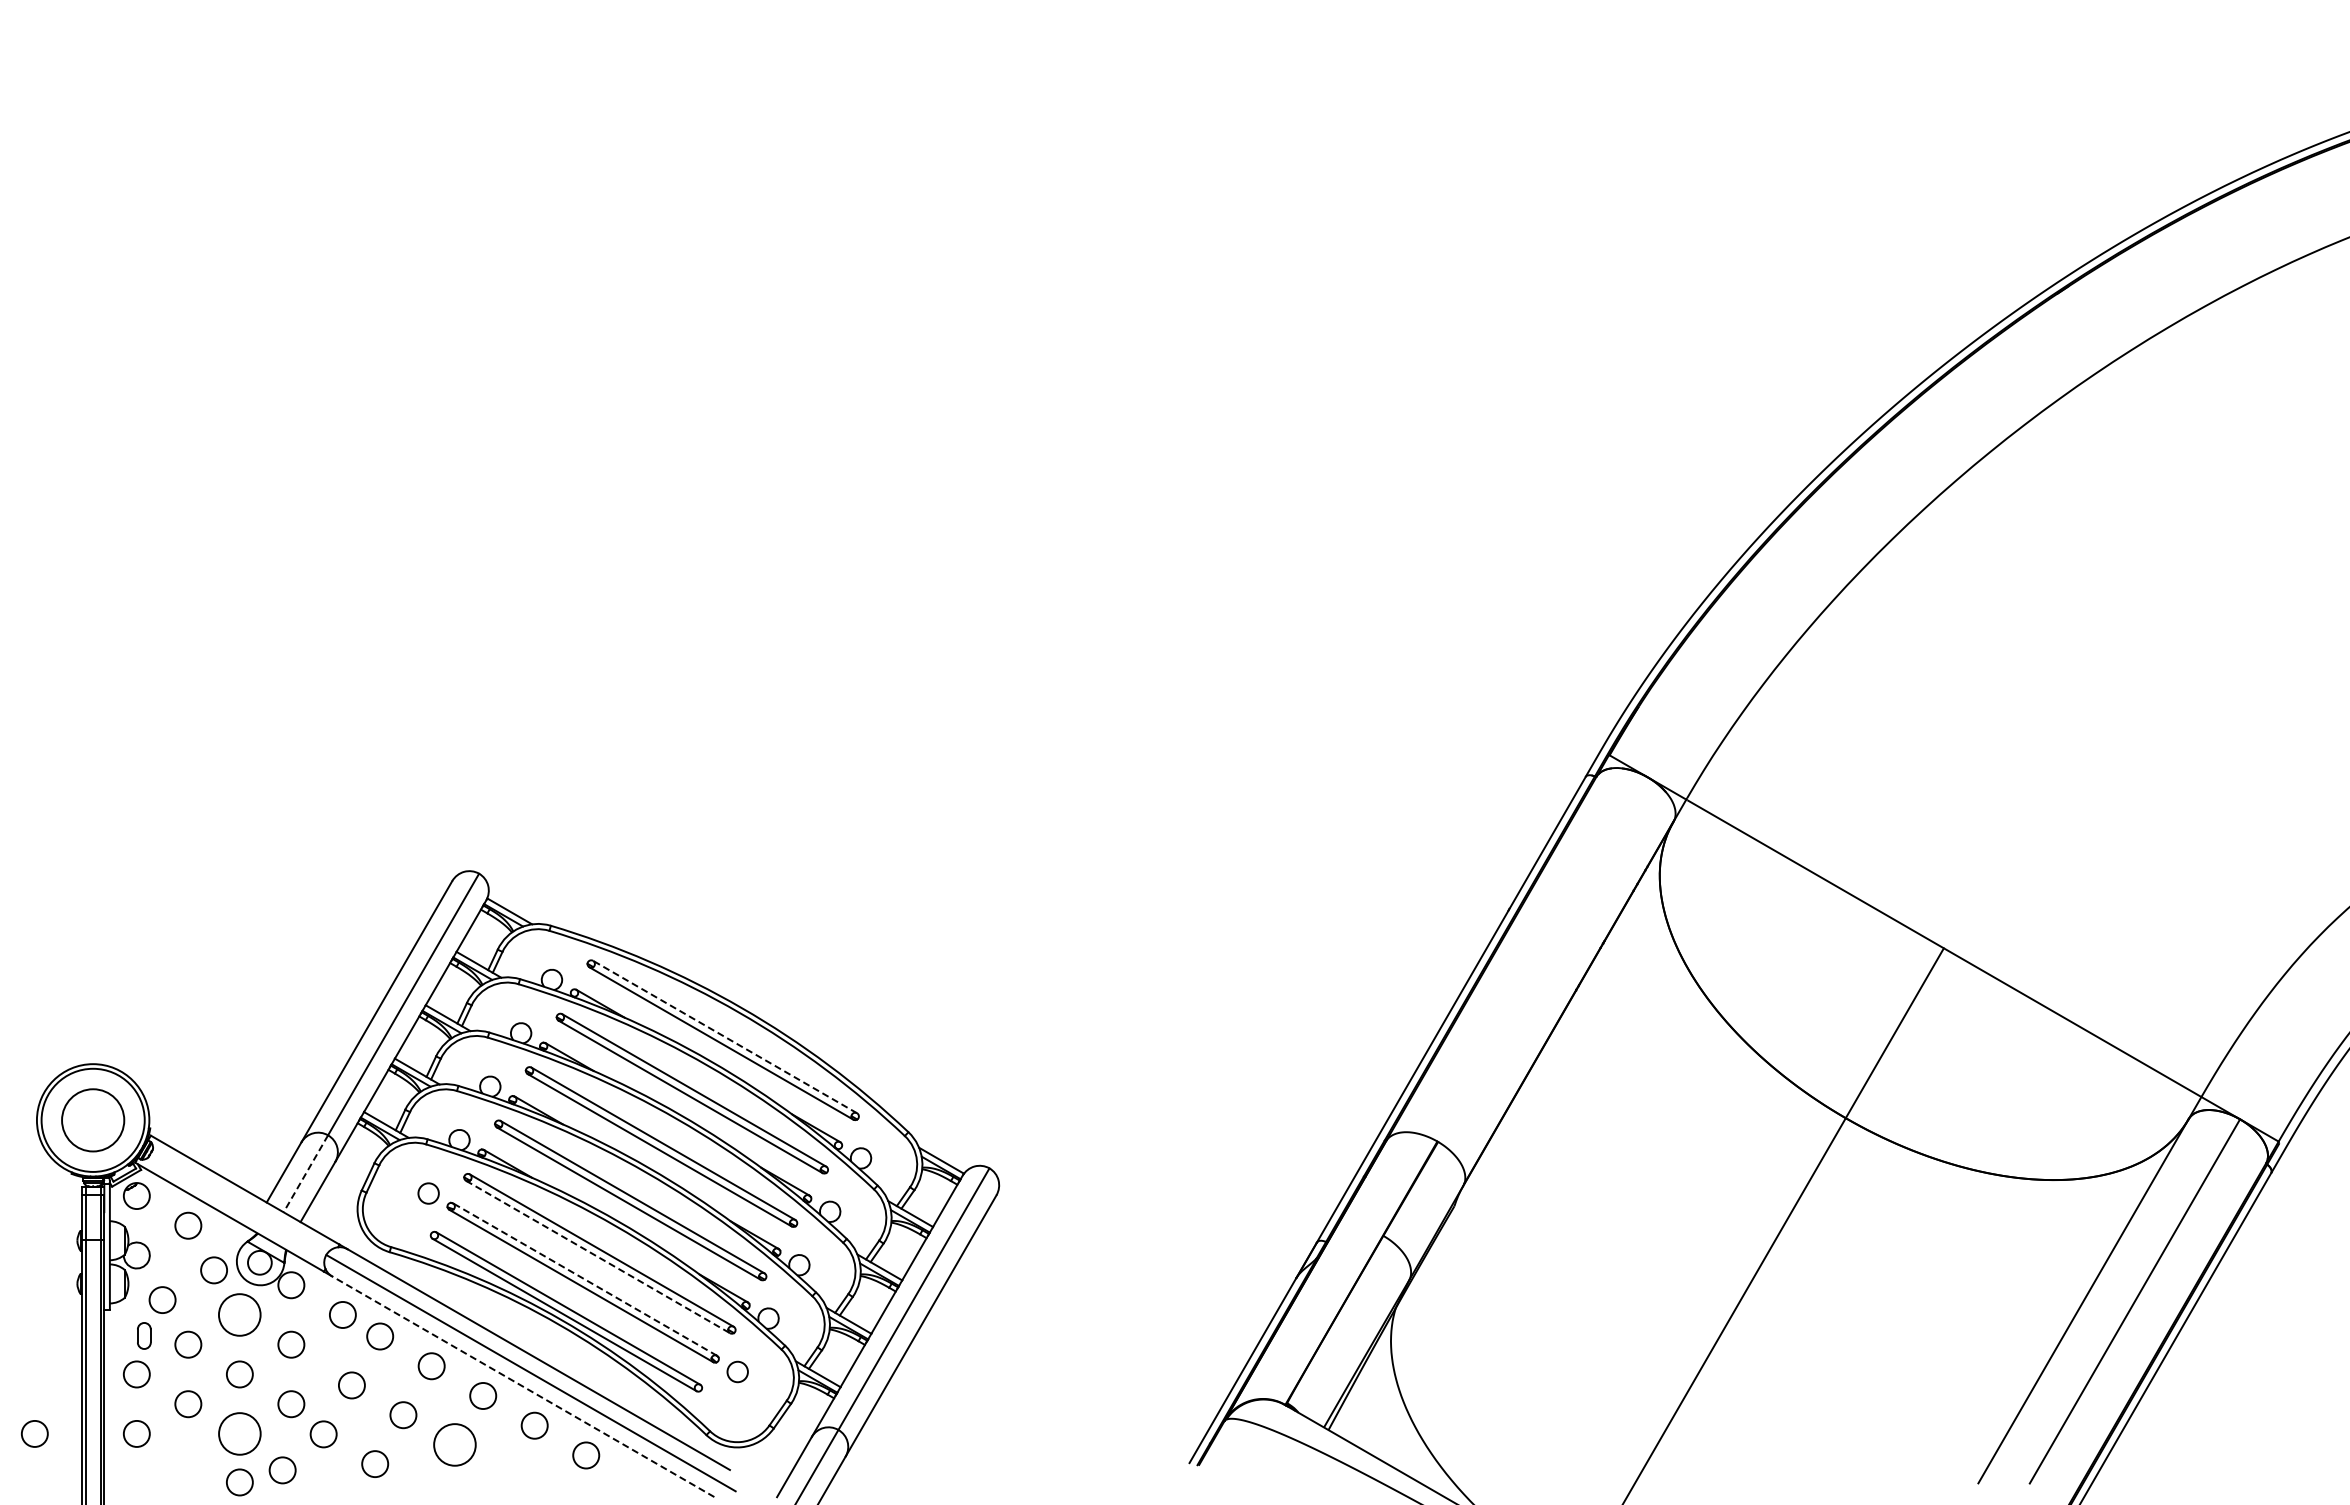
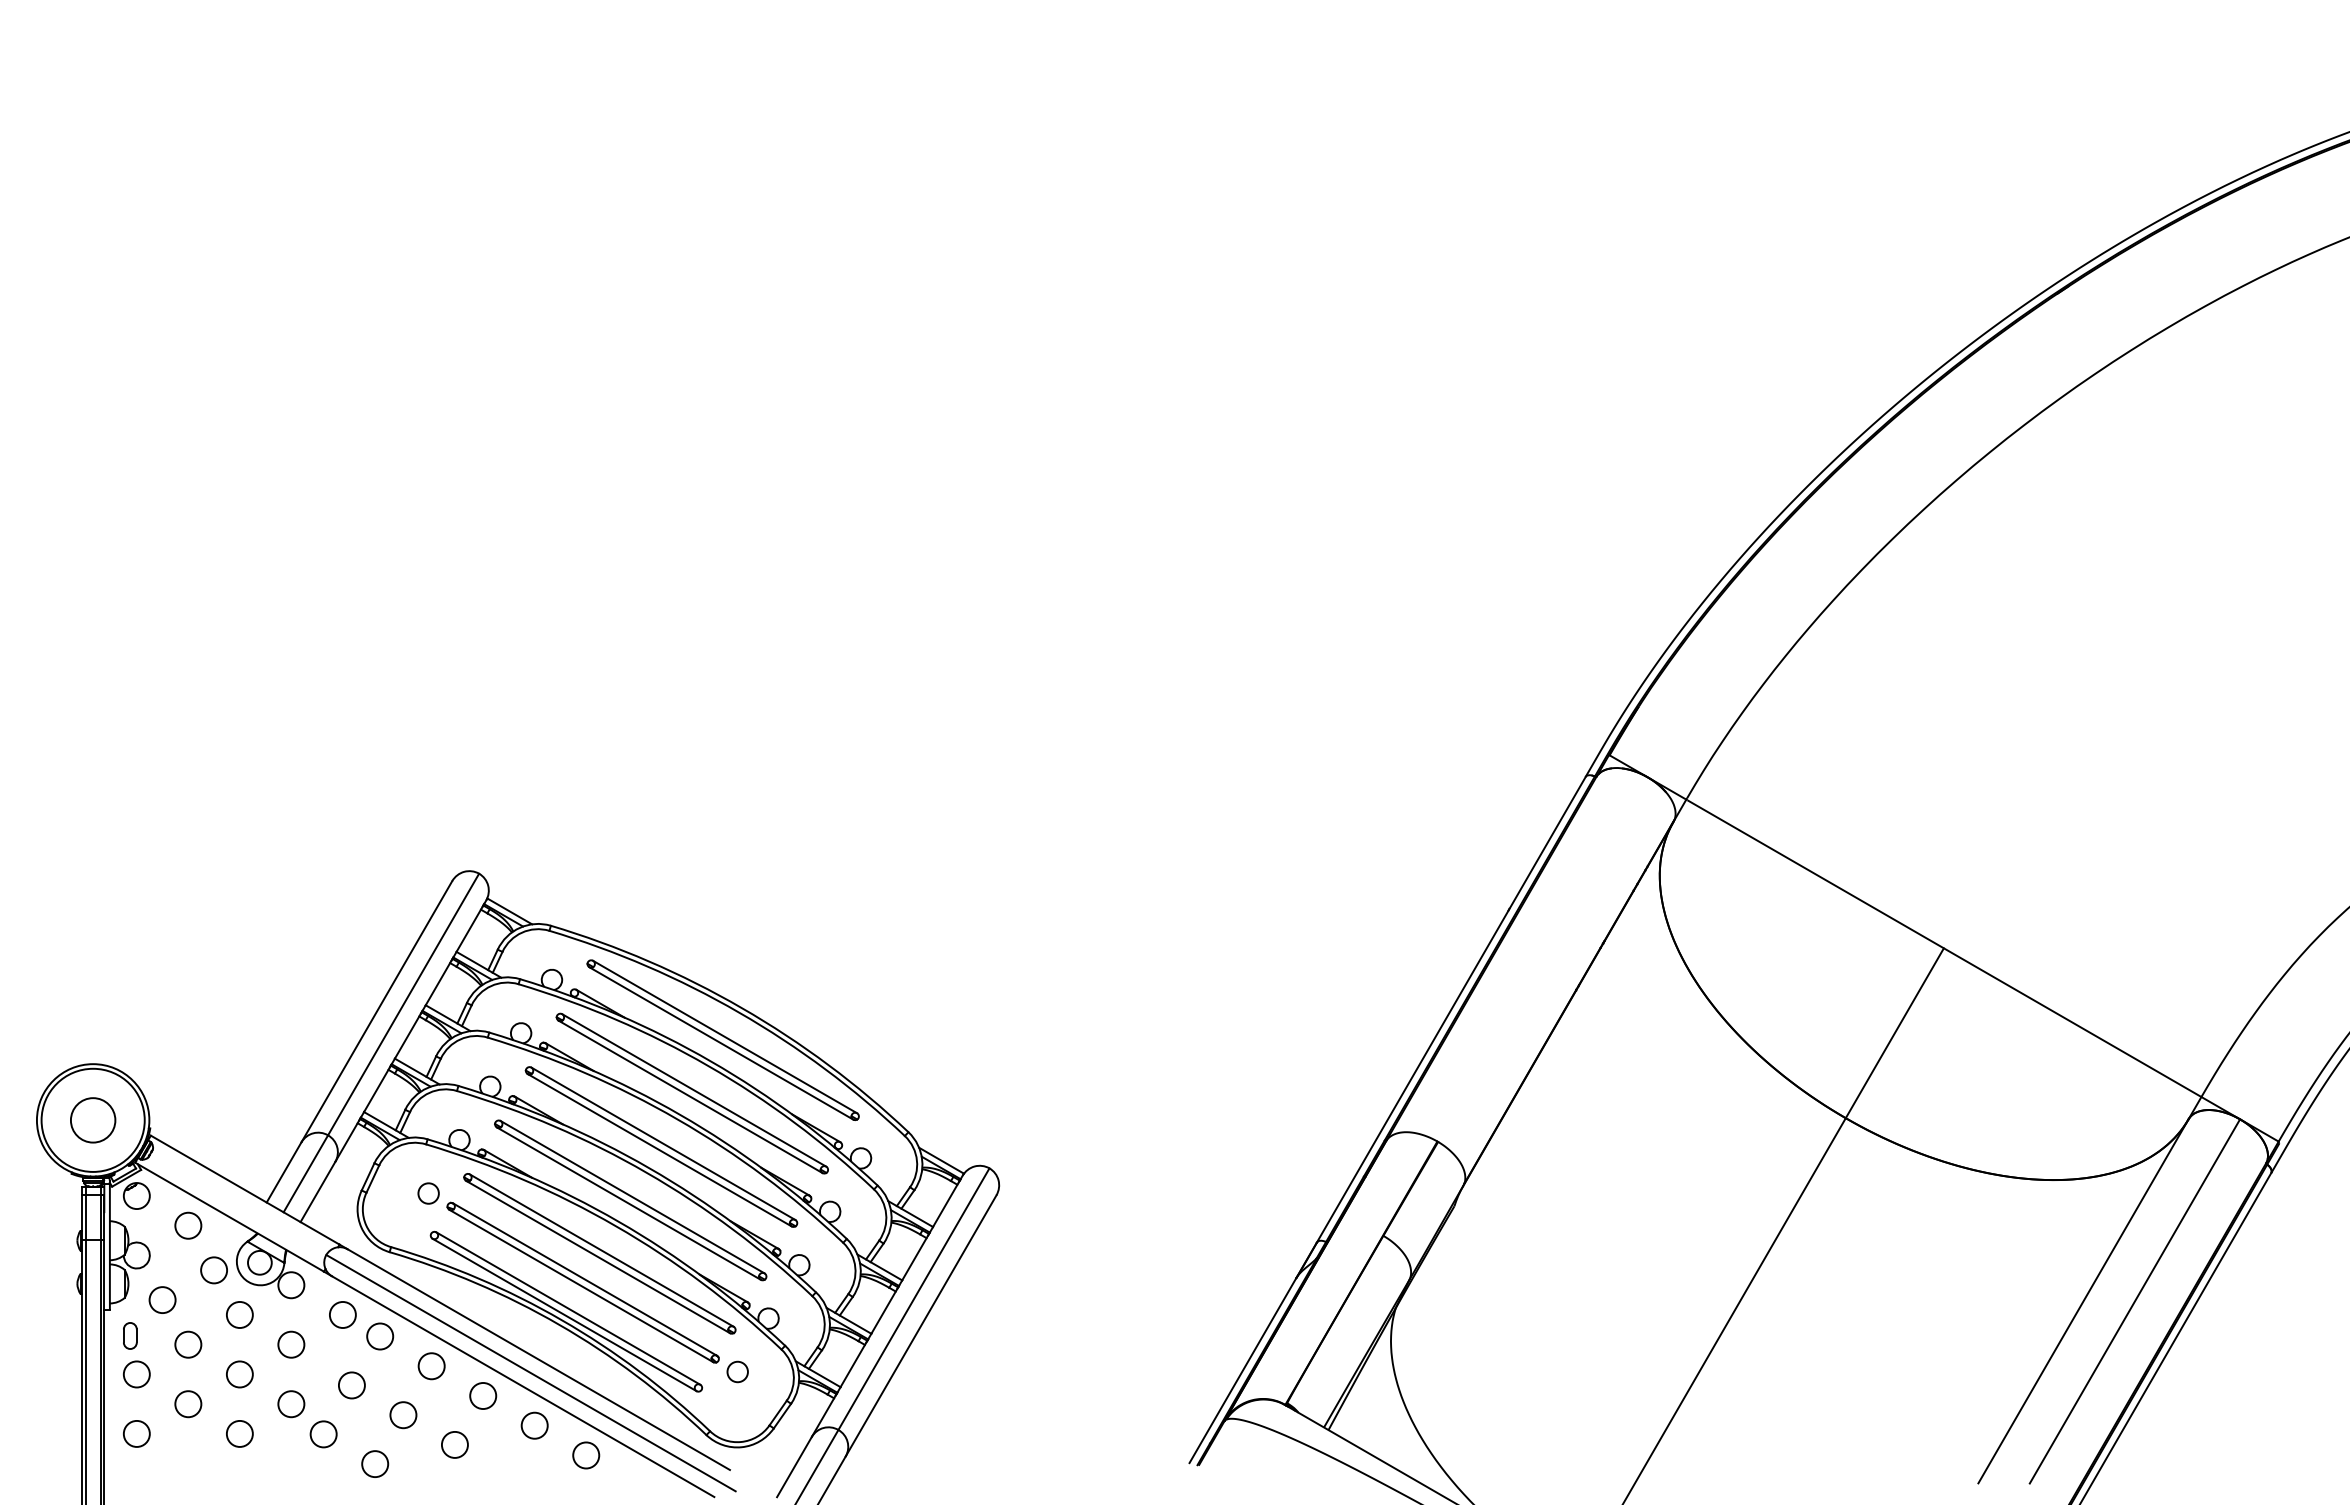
line at (724, 1036): dashed -> solid
circle at (93, 1120) diameter: 62 px -> 44 px
line at (305, 1174): dashed -> solid
line at (598, 1257): dashed -> solid
line at (584, 1279): dashed -> solid
circle at (239, 1314) size: 44x44 px -> 28x28 px
part at (144, 1335) position: (144, 1335) -> (130, 1335)
line at (523, 1386): dashed -> solid
circle at (34, 1433): present -> none
circle at (239, 1433) diameter: 42 px -> 26 px
circle at (454, 1444) diameter: 42 px -> 26 px
circle at (282, 1470): present -> none
circle at (239, 1482): present -> none
